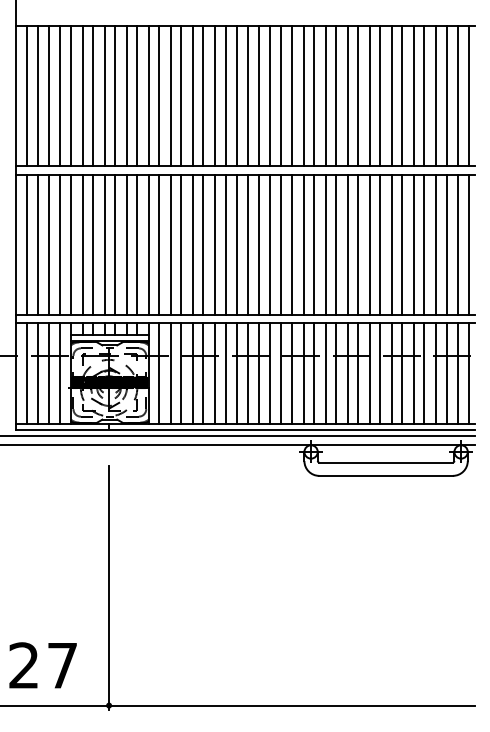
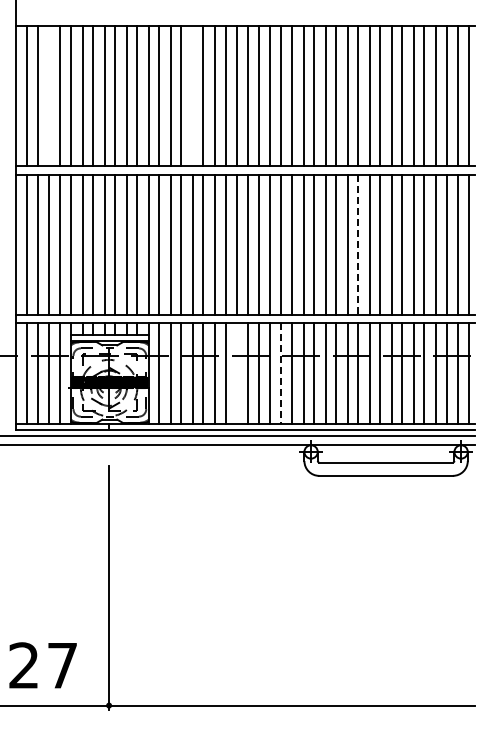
line at (48, 96): present -> none
line at (193, 96): present -> none
line at (358, 244): solid -> dashed
line at (237, 373): present -> none
line at (281, 374): solid -> dashed
